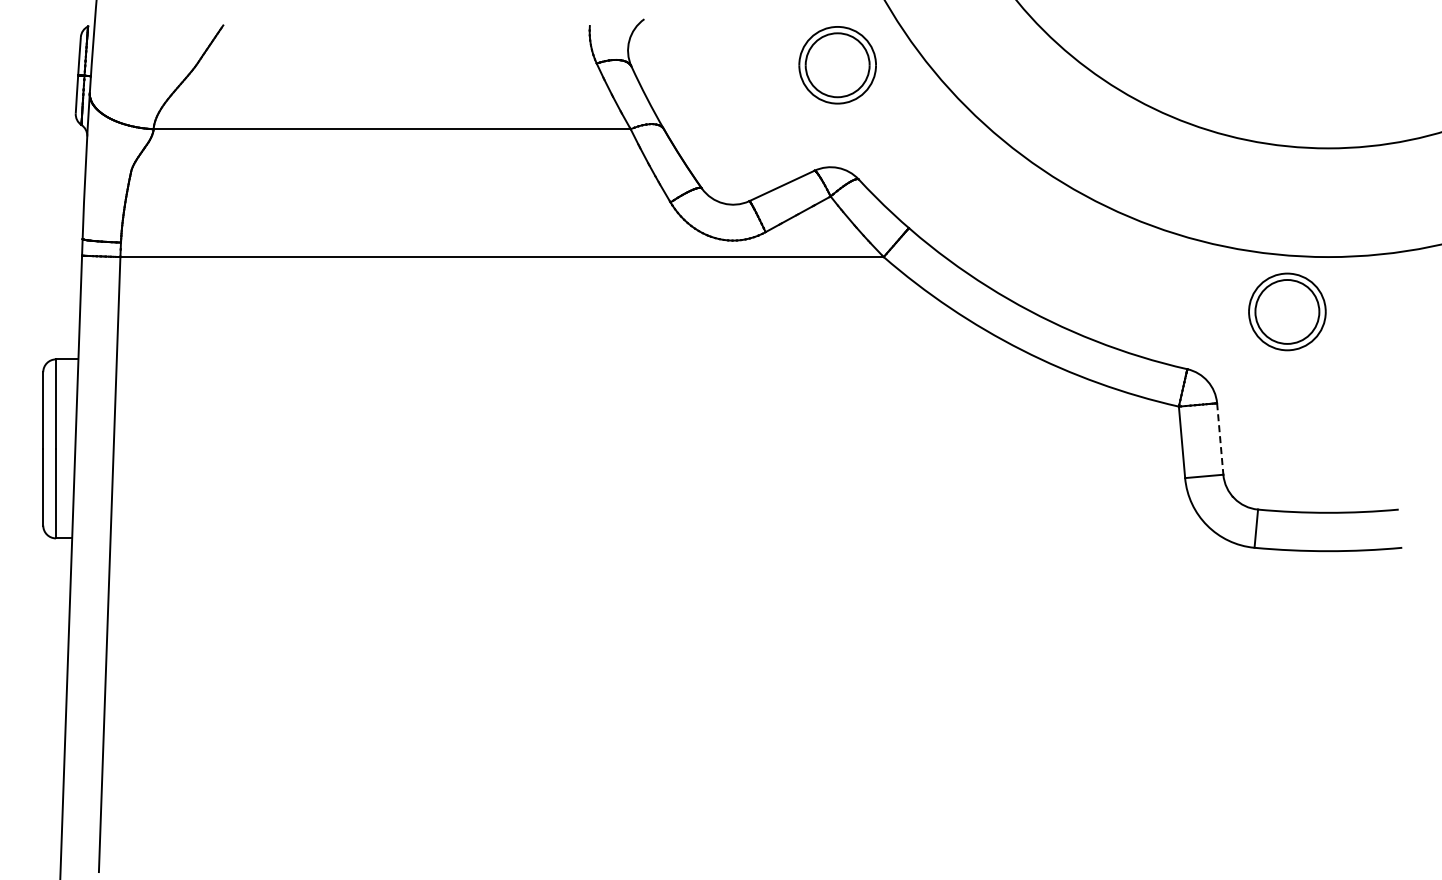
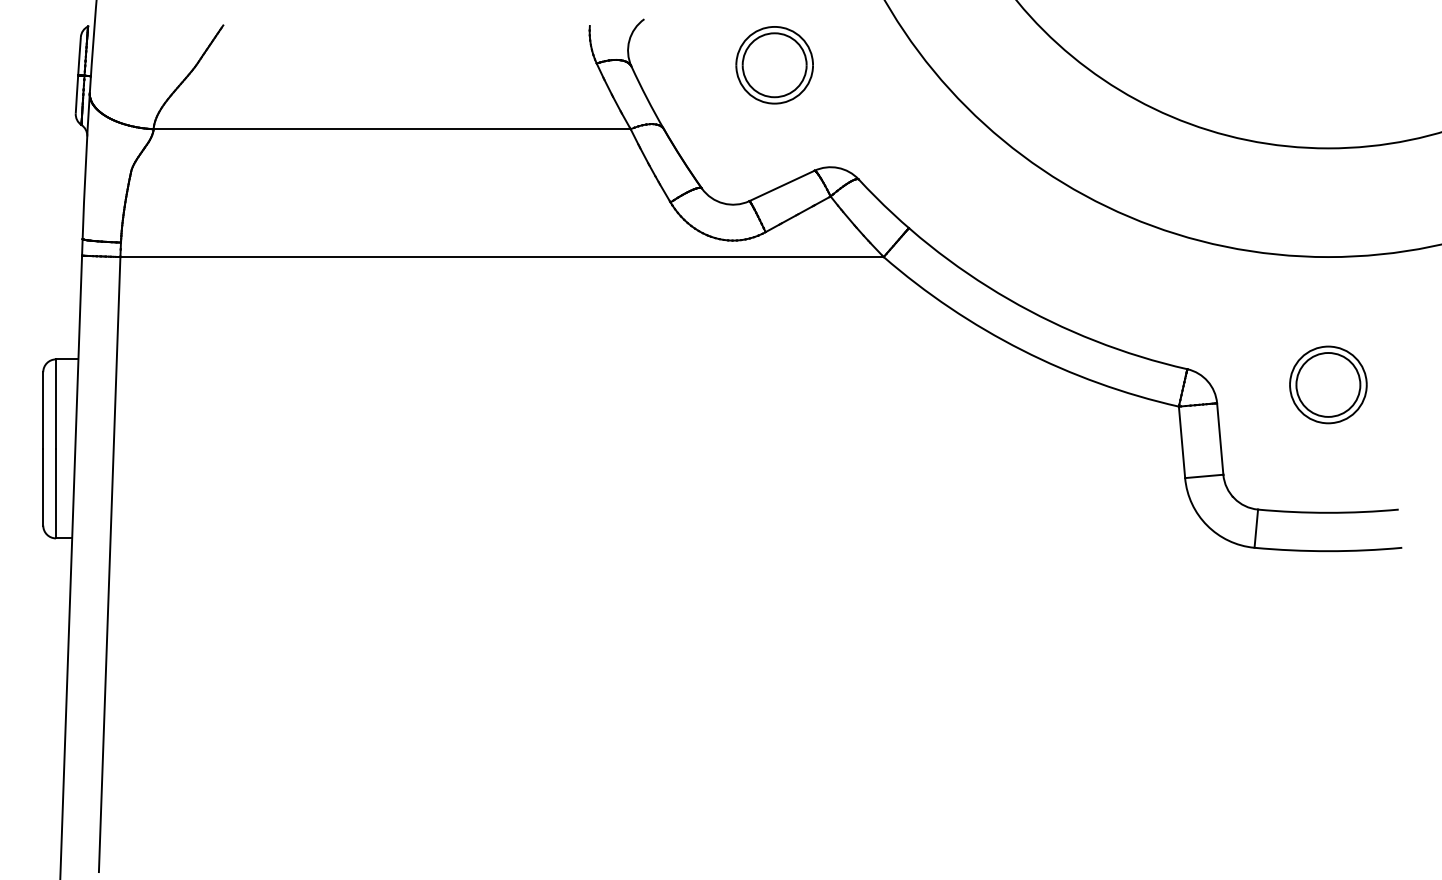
part at (837, 65) position: (837, 65) -> (774, 65)
part at (1287, 311) position: (1287, 311) -> (1328, 384)
line at (1220, 439): dashed -> solid
